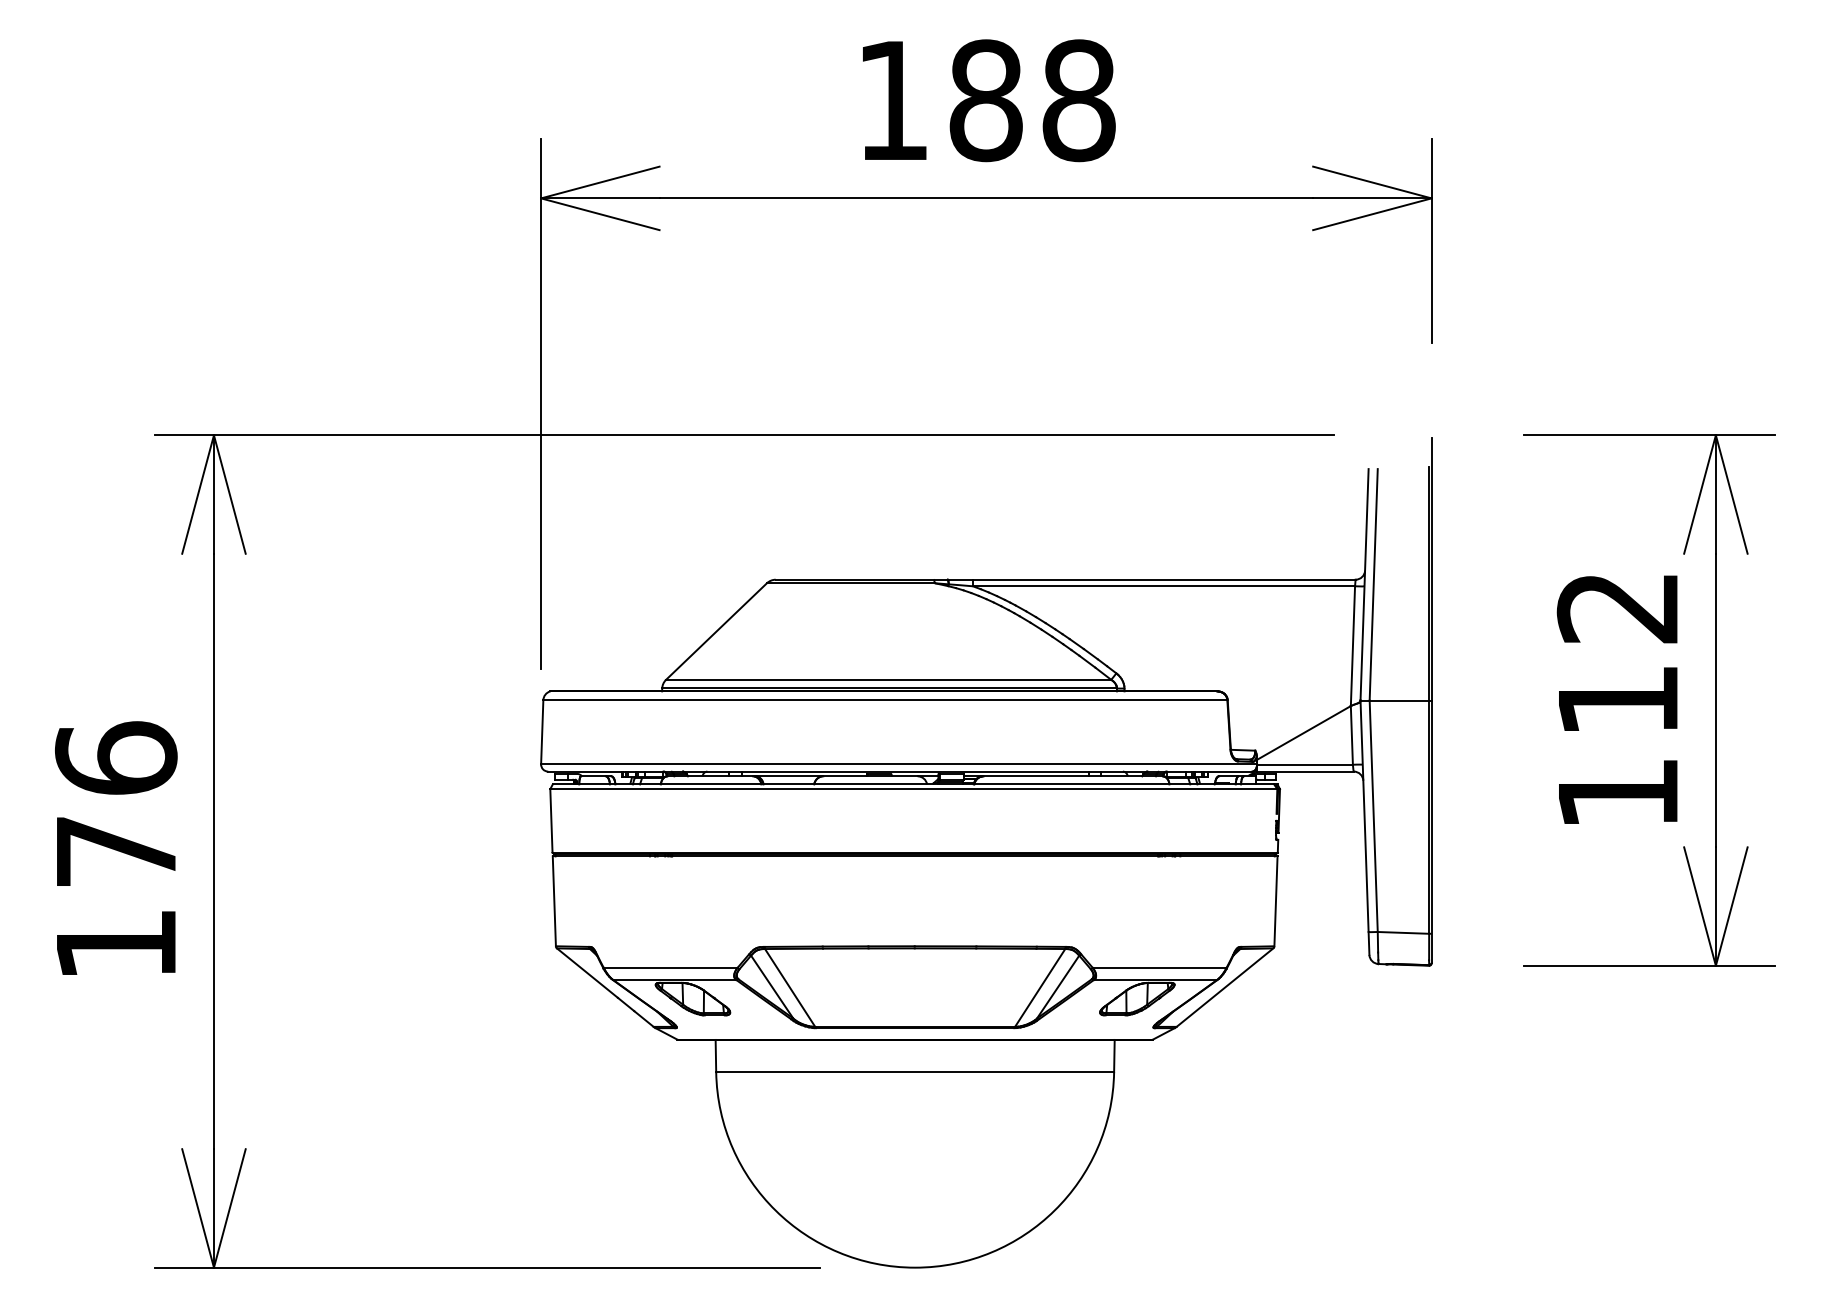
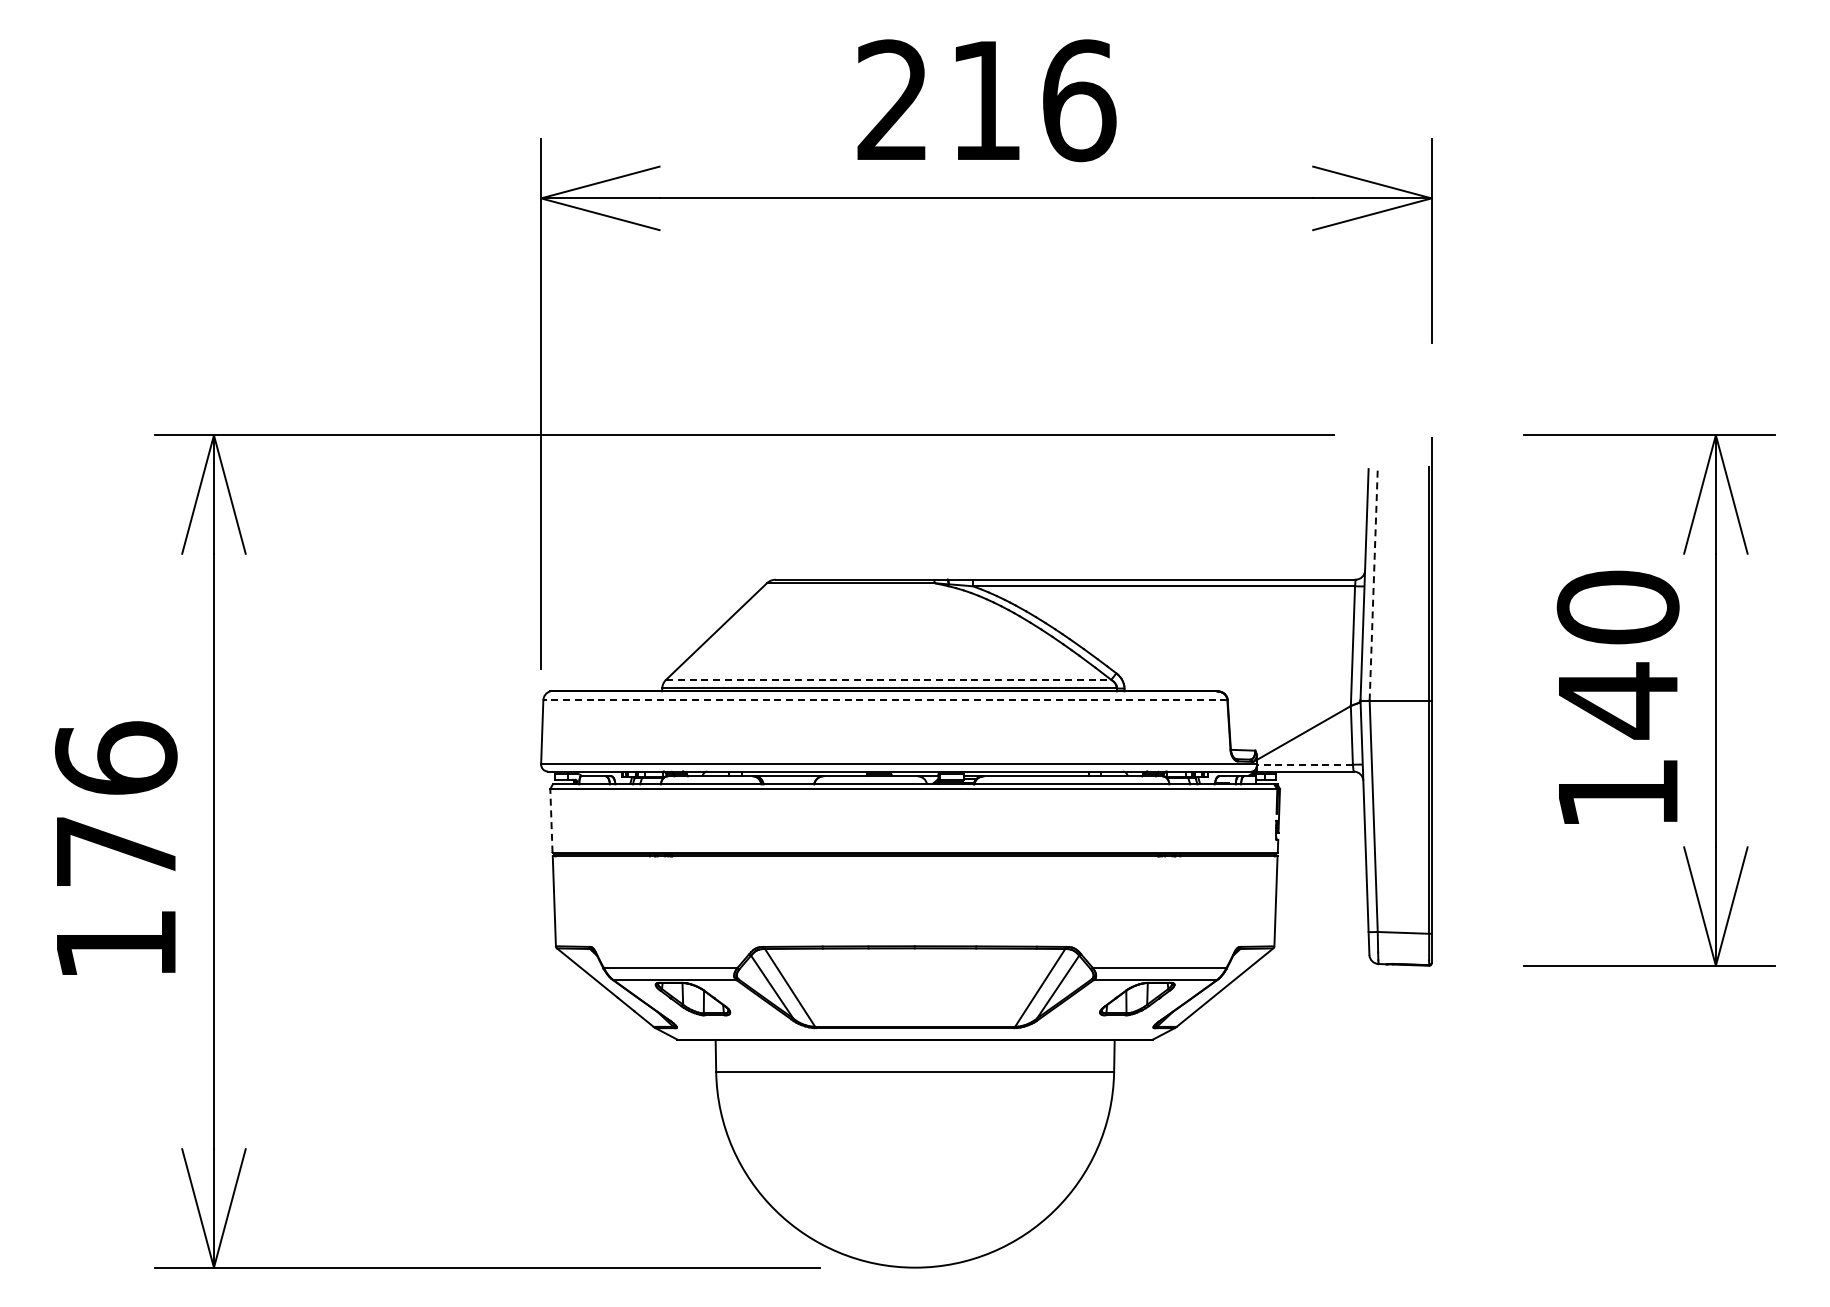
text at (986, 100): 188 -> 216
line at (1373, 584): solid -> dashed
text at (1617, 654): 112 -> 140
line at (888, 679): solid -> dashed
line at (885, 700): solid -> dashed
line at (1305, 764): solid -> dashed
line at (551, 820): solid -> dashed
